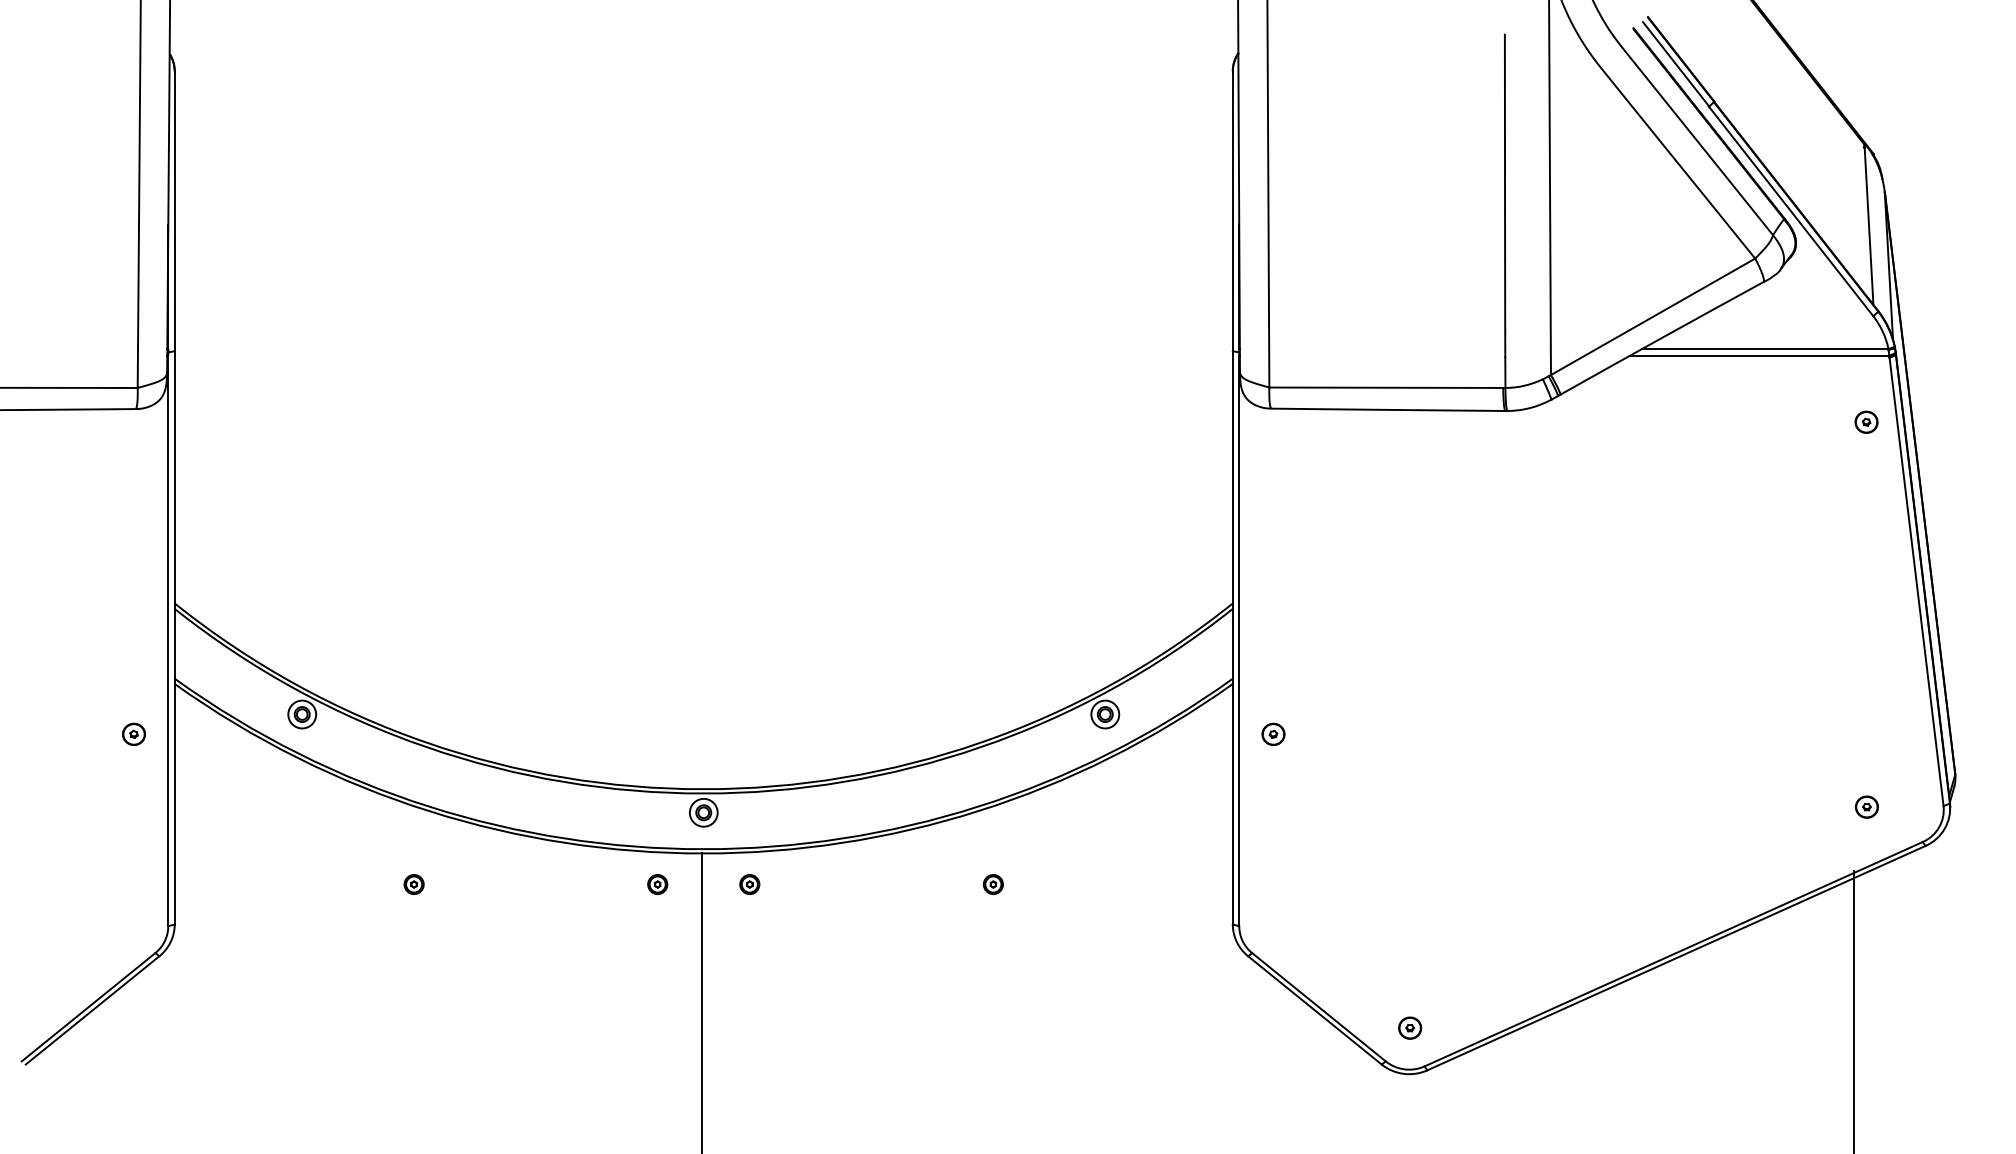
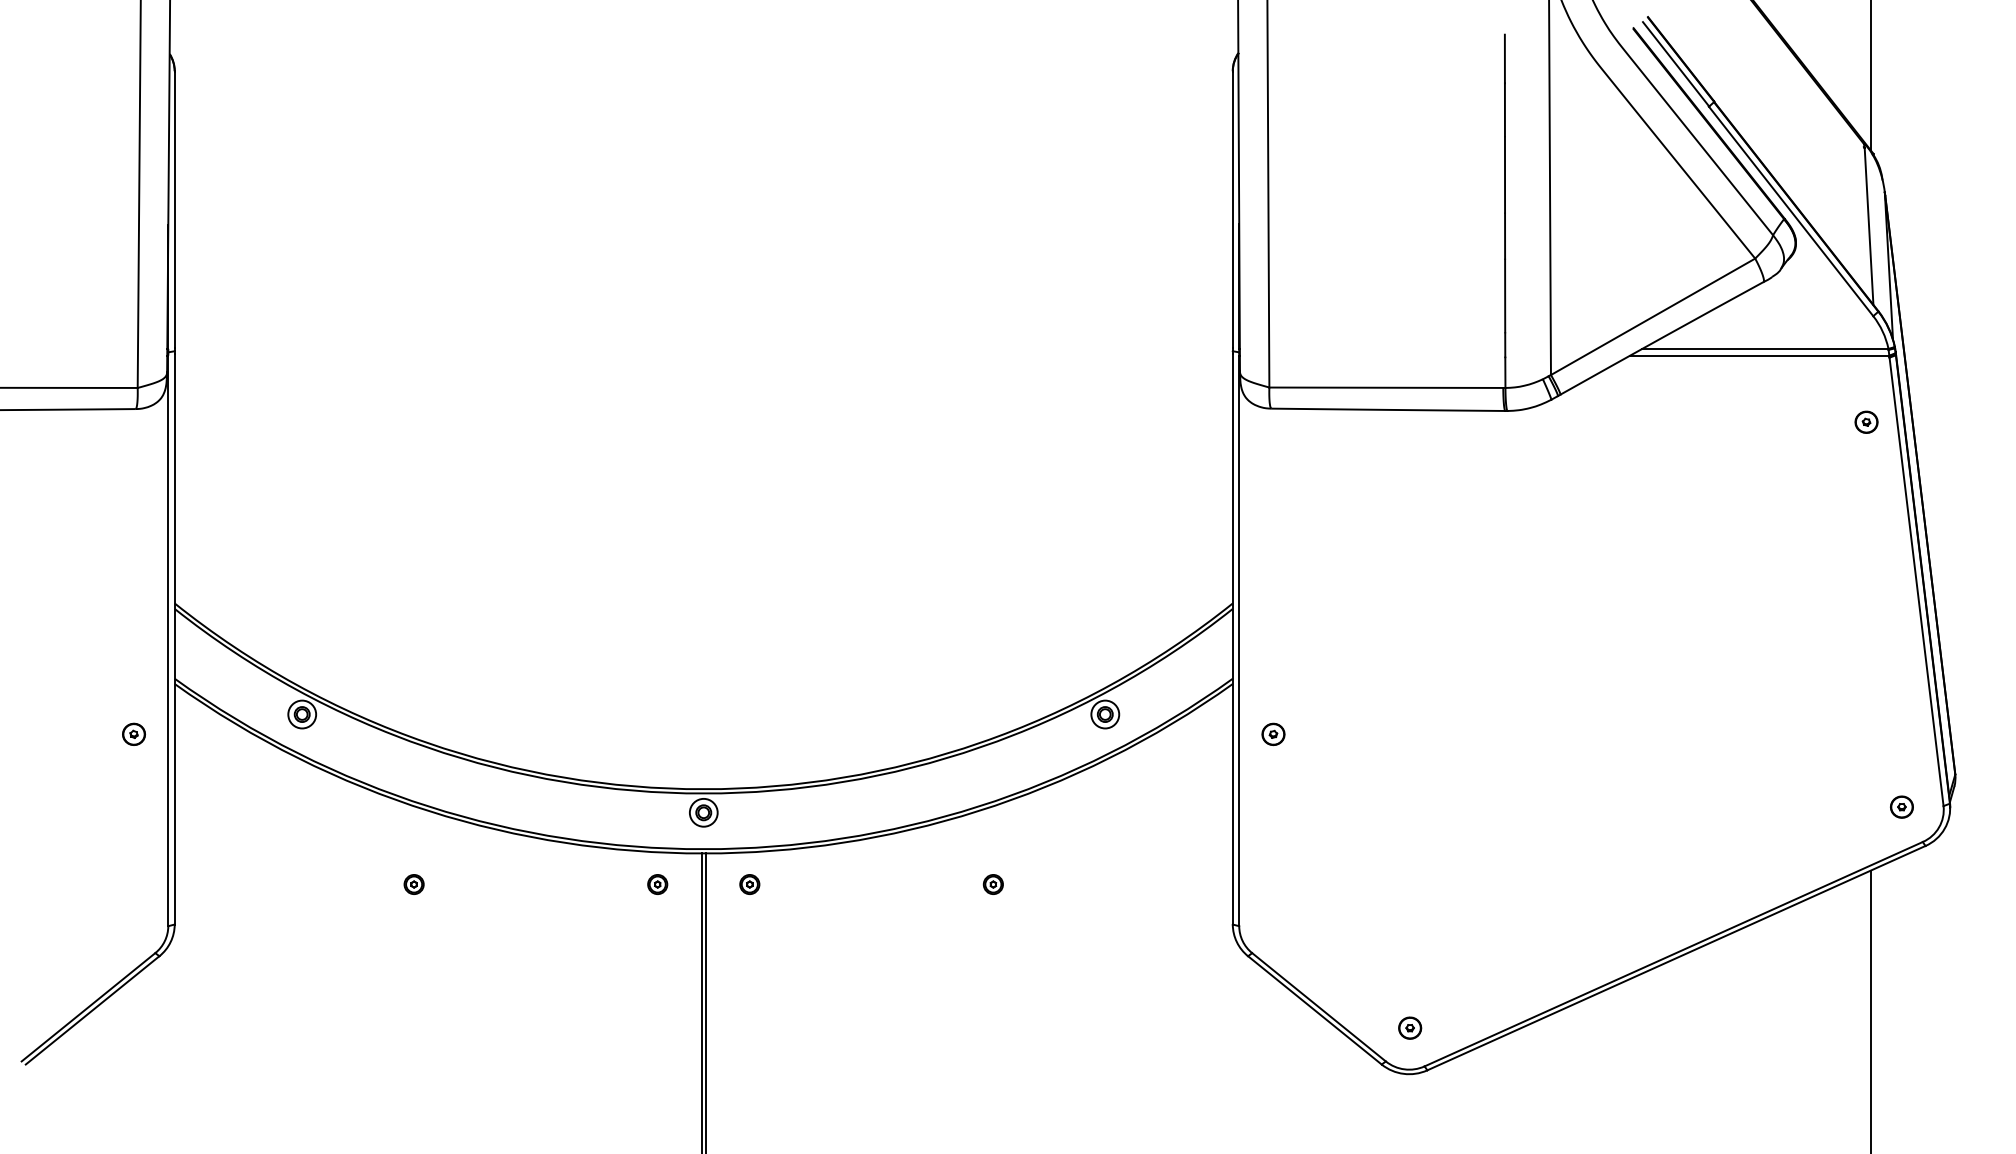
line at (1871, 76): none -> present
part at (1866, 806) position: (1866, 806) -> (1901, 806)
line at (705, 1001): none -> present
line at (1854, 1010) position: (1854, 1010) -> (1871, 1010)
